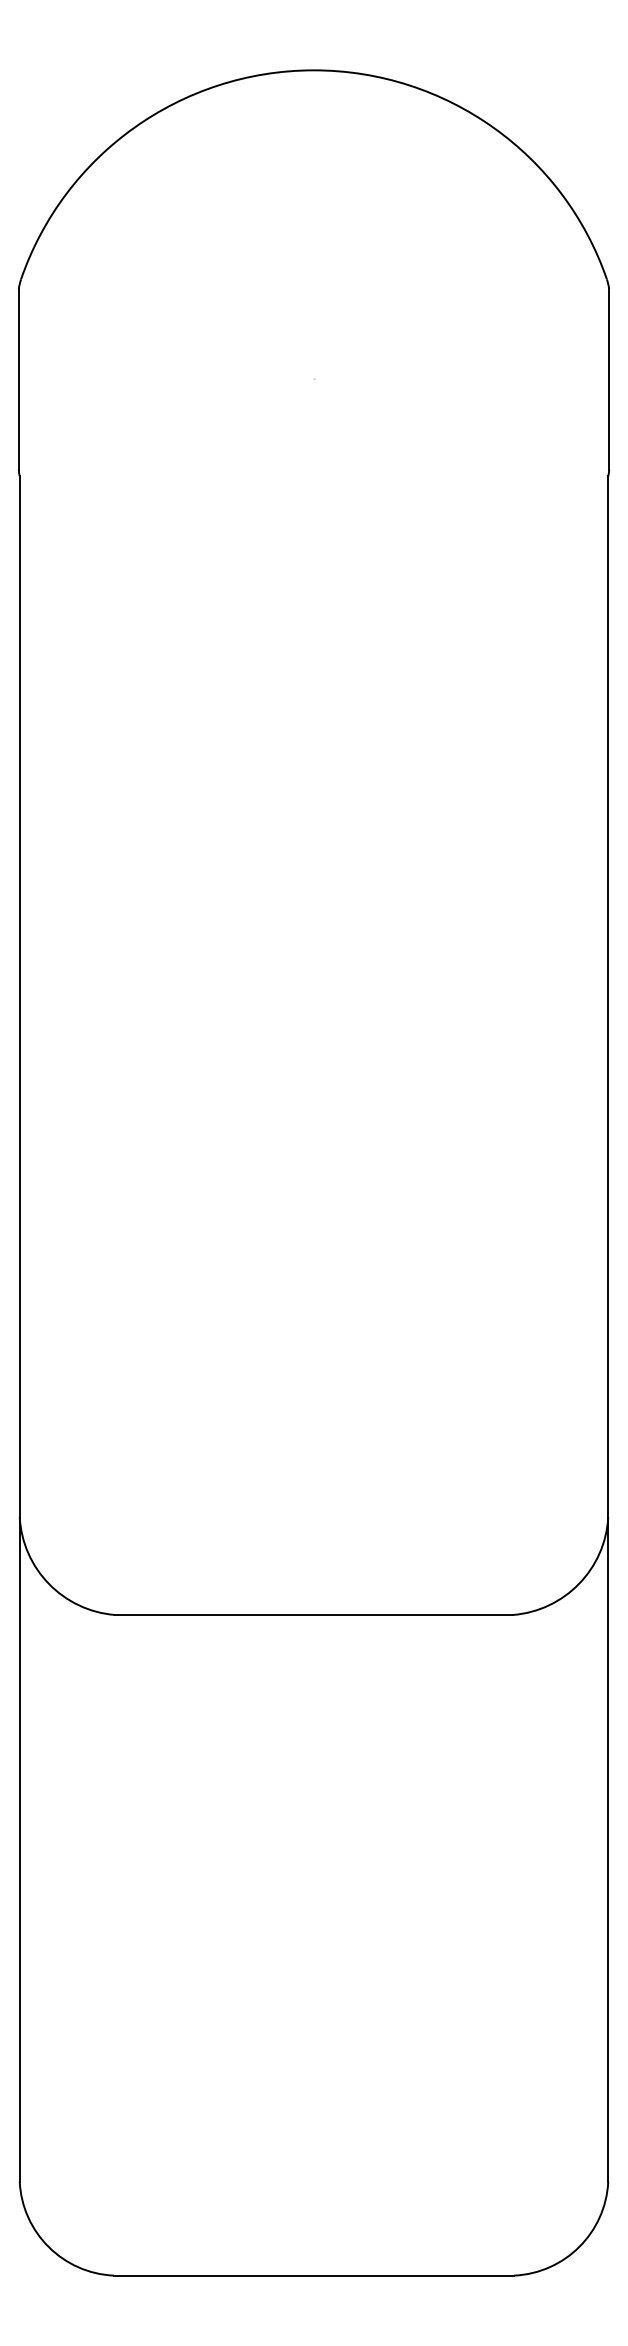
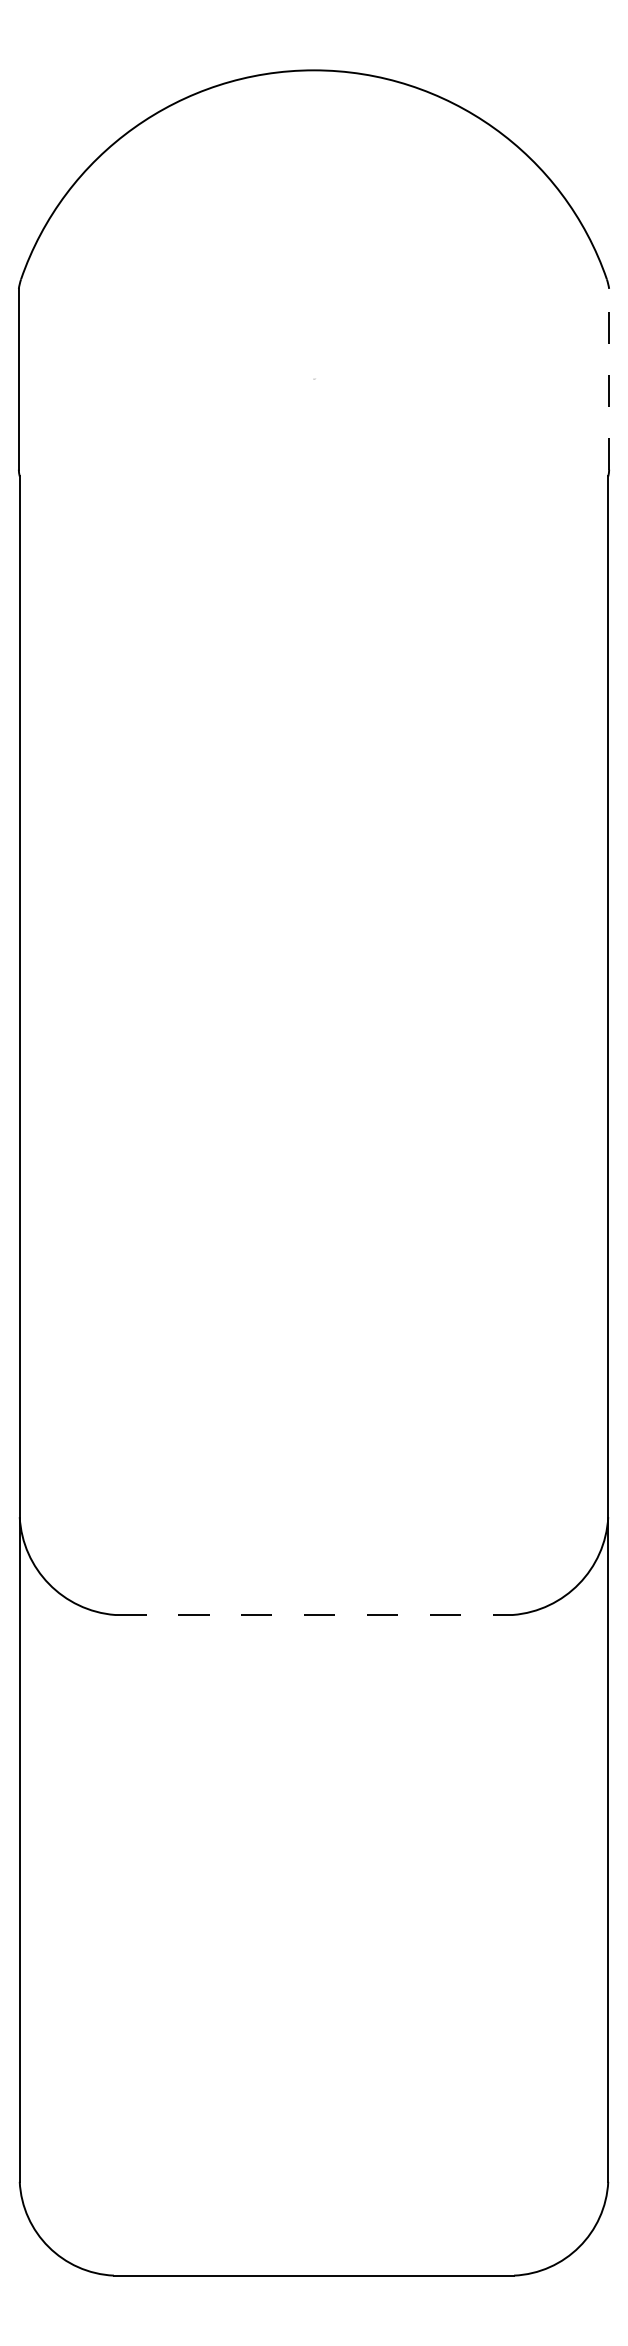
line at (609, 378): solid -> dashed
line at (314, 1614): solid -> dashed
